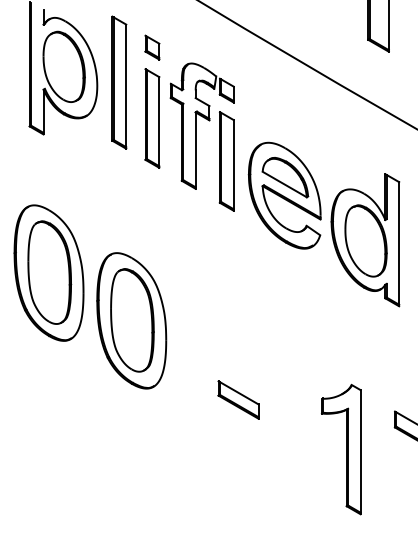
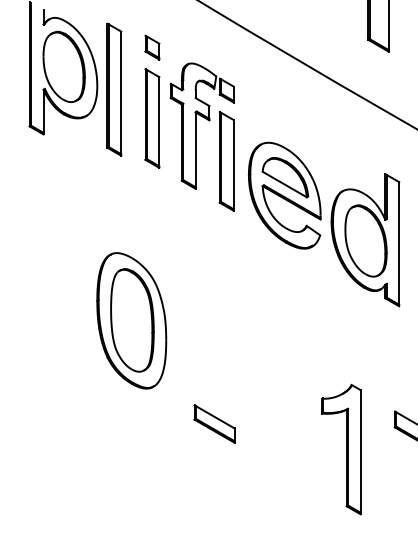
part at (119, 82) position: (119, 82) -> (114, 89)
part at (48, 272): present -> none
part at (238, 399) position: (238, 399) -> (214, 423)
